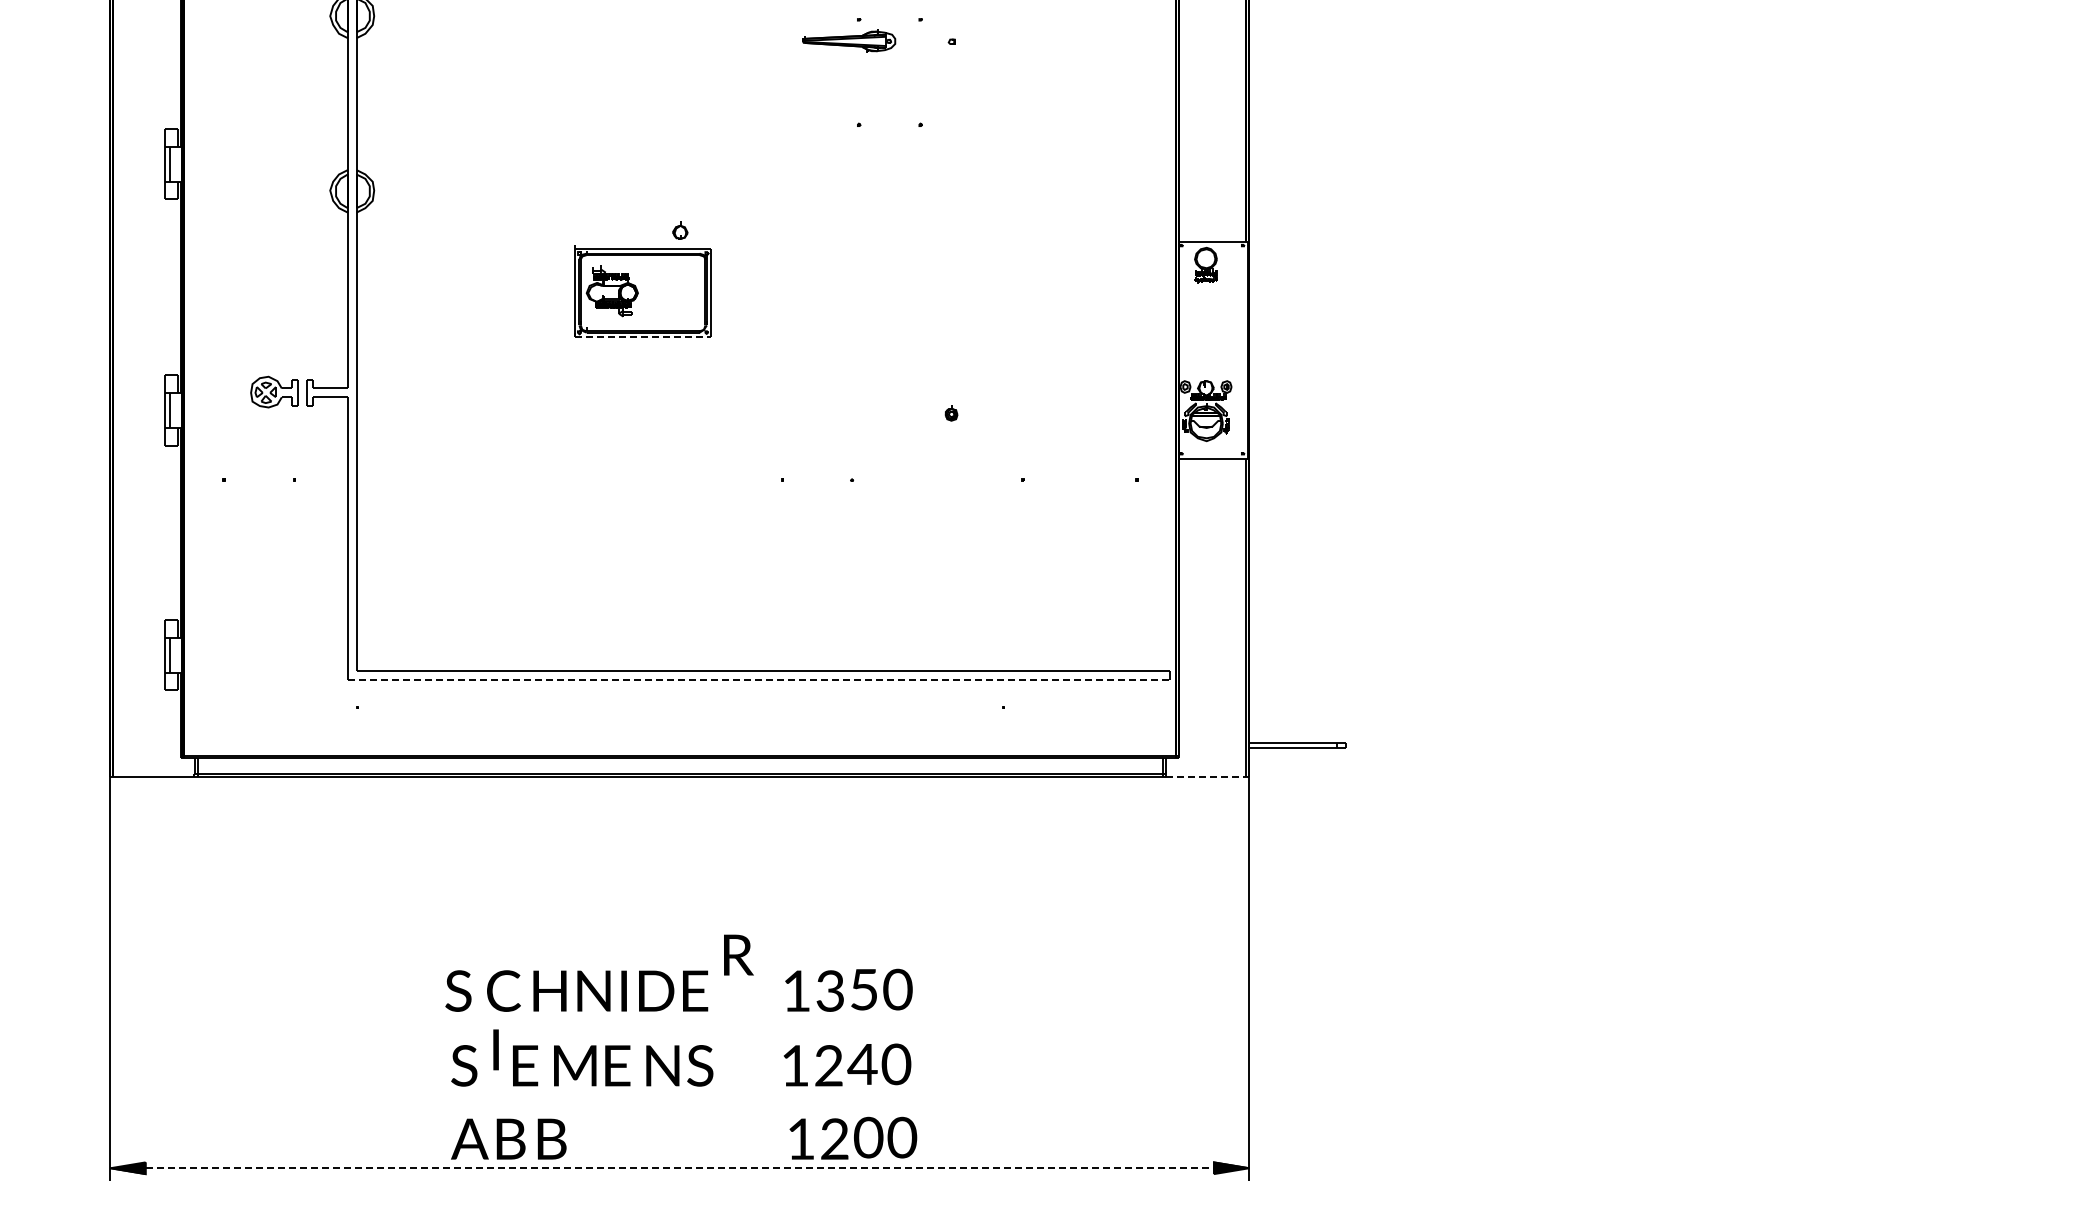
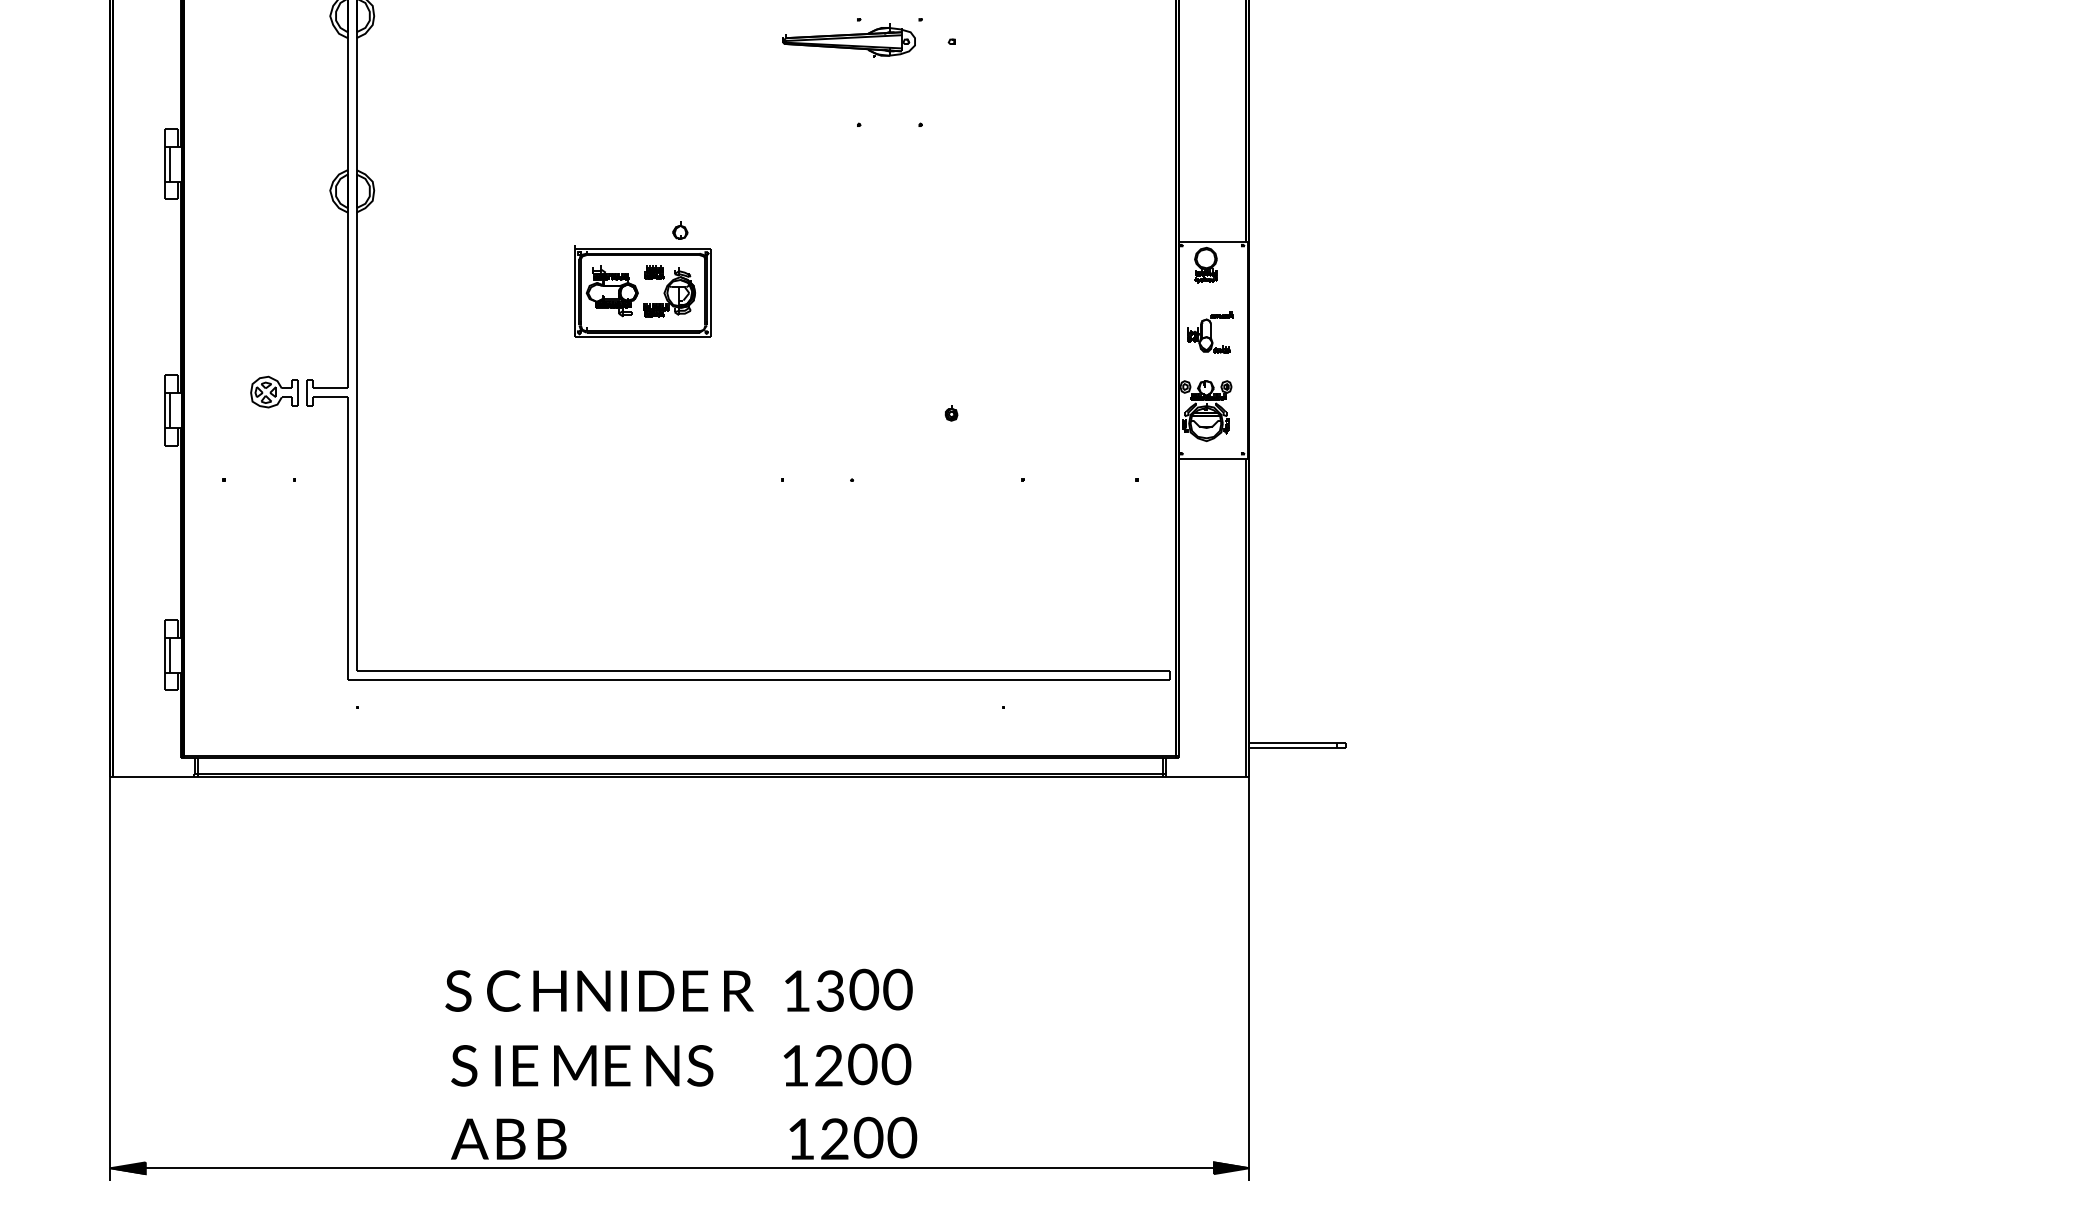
part at (849, 40) size: 95x24 px -> 134x35 px
part at (669, 291): none -> present
part at (1210, 332): none -> present
line at (643, 337): dashed -> solid
line at (759, 680): dashed -> solid
line at (1206, 776): dashed -> solid
text at (738, 954) position: (738, 954) -> (738, 990)
text at (864, 989): 5 -> 0
text at (495, 1049) position: (495, 1049) -> (497, 1065)
text at (862, 1064): 4 -> 0
line at (680, 1168): dashed -> solid
